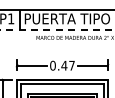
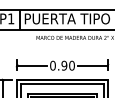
line at (56, 30): dashed -> solid
text at (67, 65): 0.47 -> 0.90
